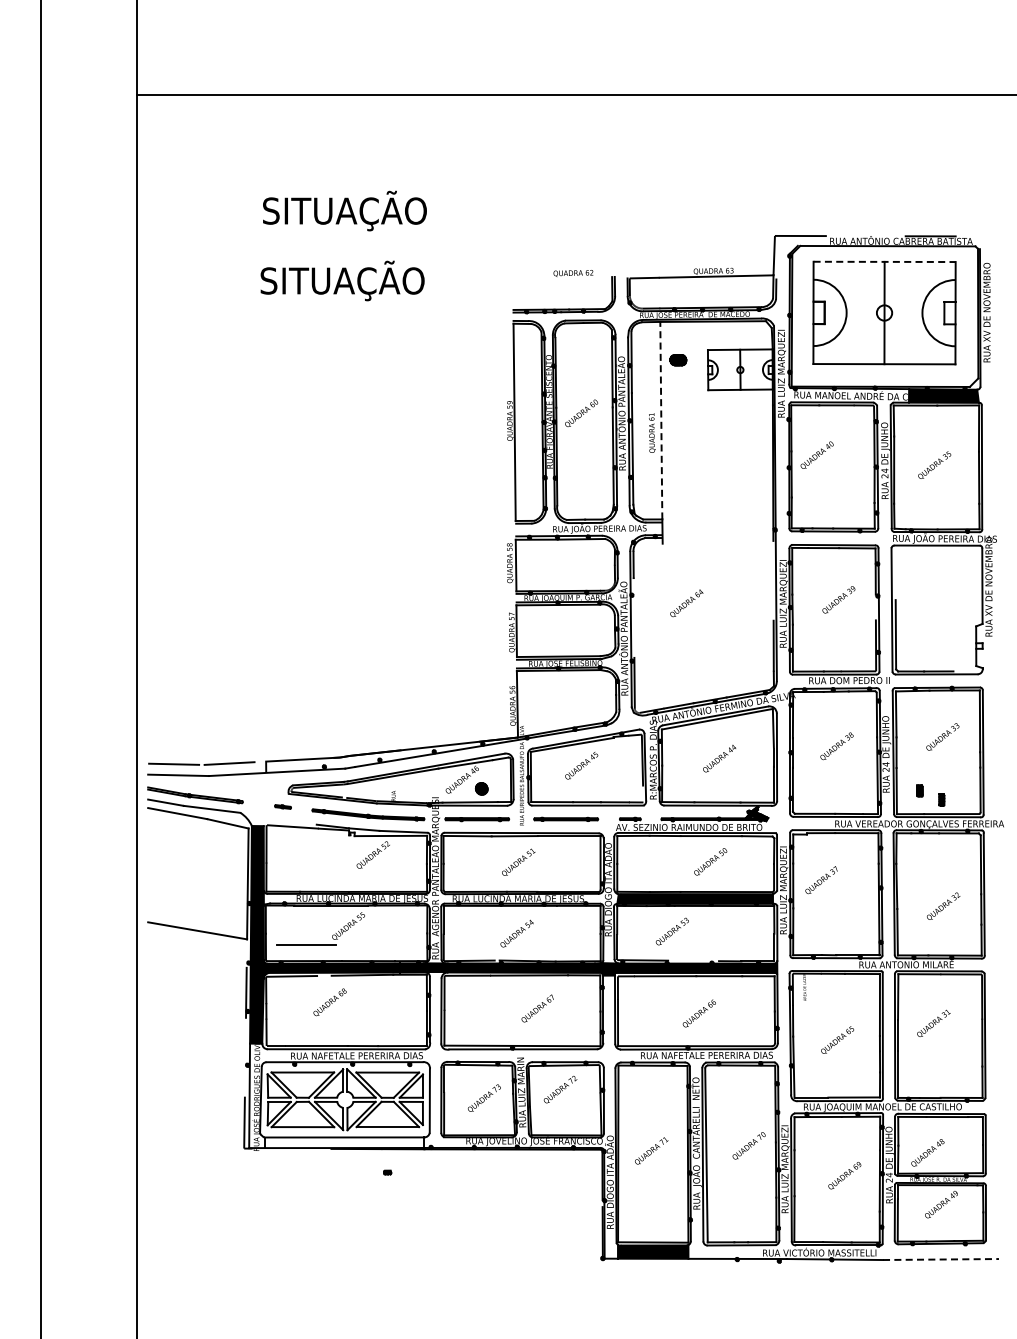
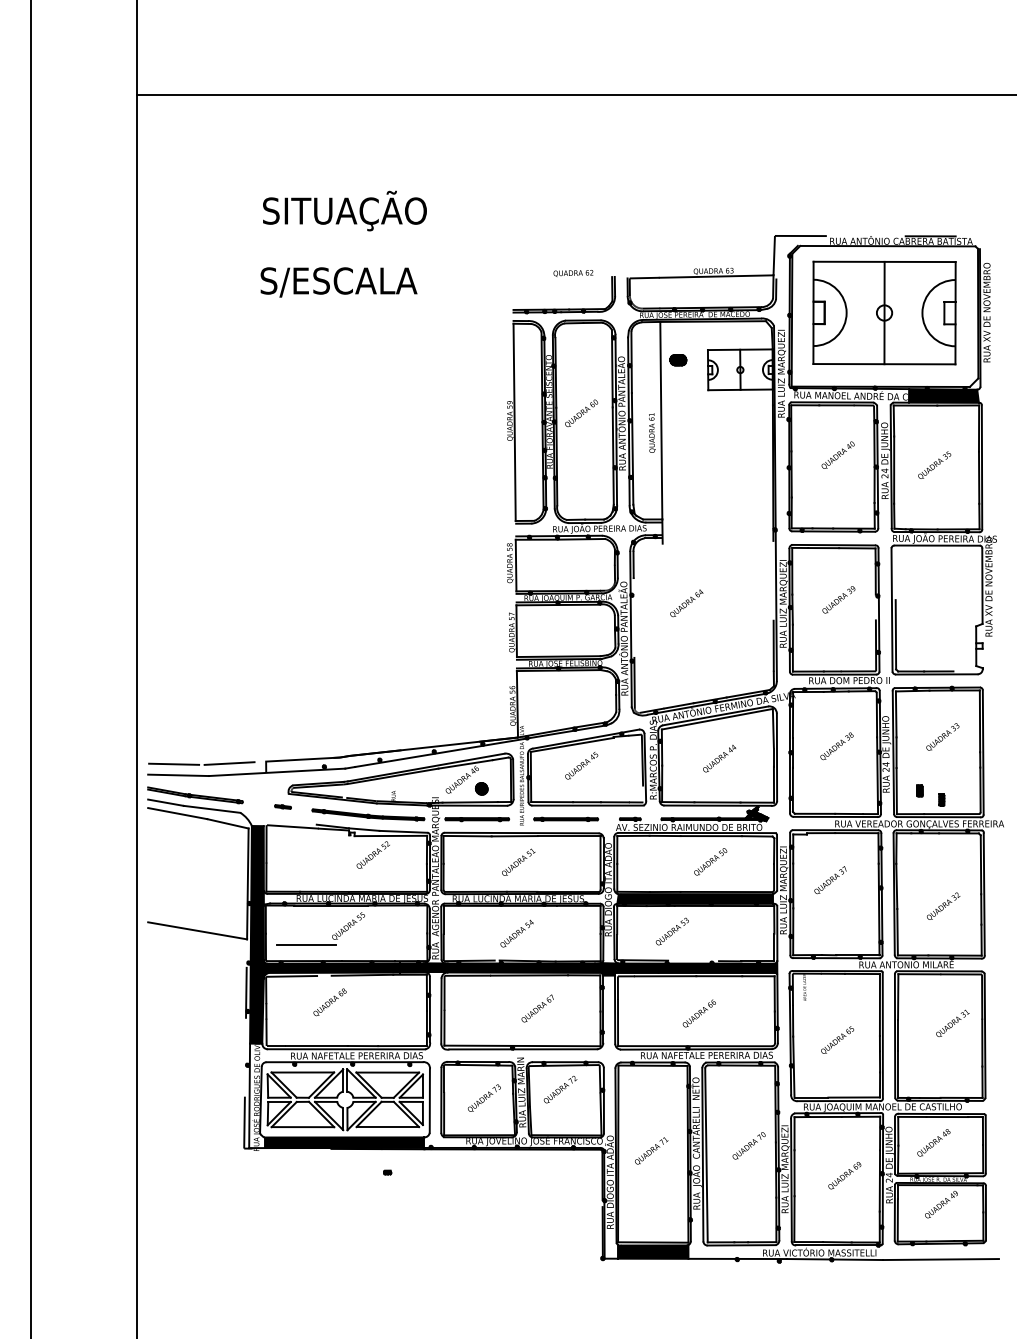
line at (885, 261): dashed -> solid
text at (351, 280): SITUAÇÃO -> S/ESCALA
line at (661, 420): dashed -> solid
text at (816, 454) position: (816, 454) -> (837, 454)
line at (40, 668) position: (40, 668) -> (30, 668)
text at (821, 880) position: (821, 880) -> (830, 880)
text at (933, 1022) position: (933, 1022) -> (952, 1022)
fill at (344, 1142): none -> present
text at (927, 1152) position: (927, 1152) -> (933, 1142)
line at (941, 1259): dashed -> solid
